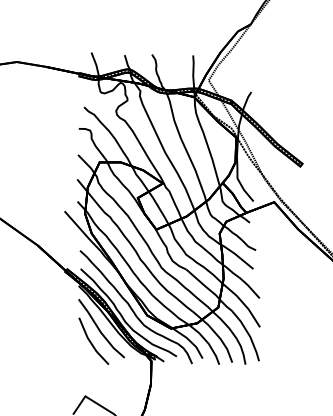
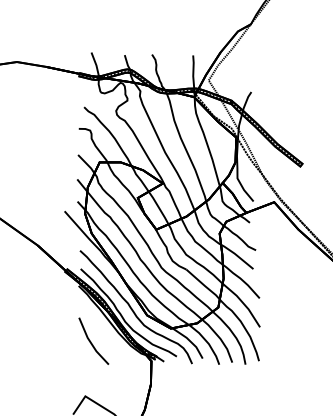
line at (100, 329): present -> none
